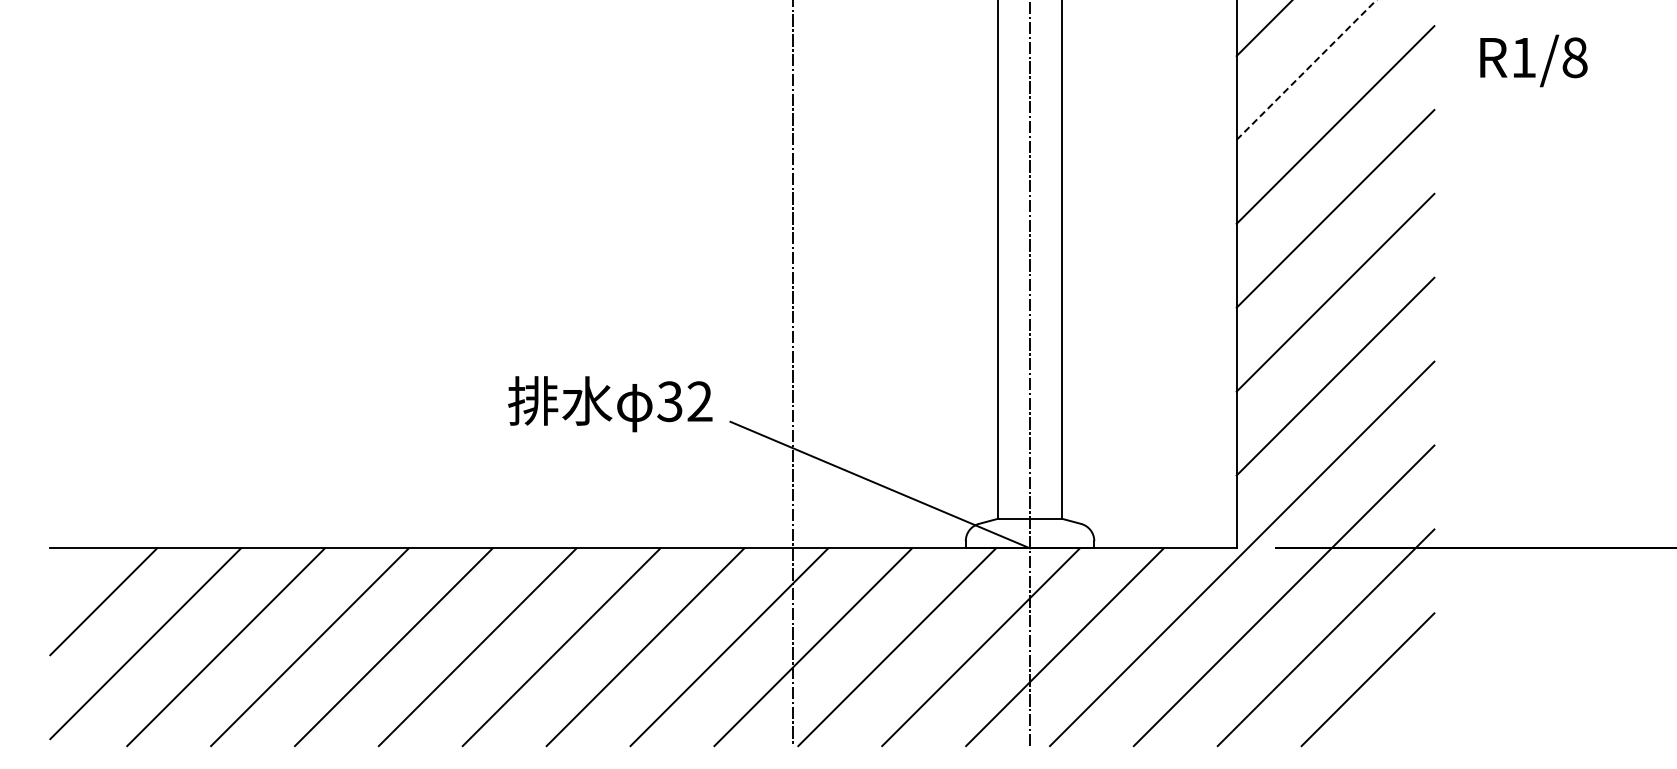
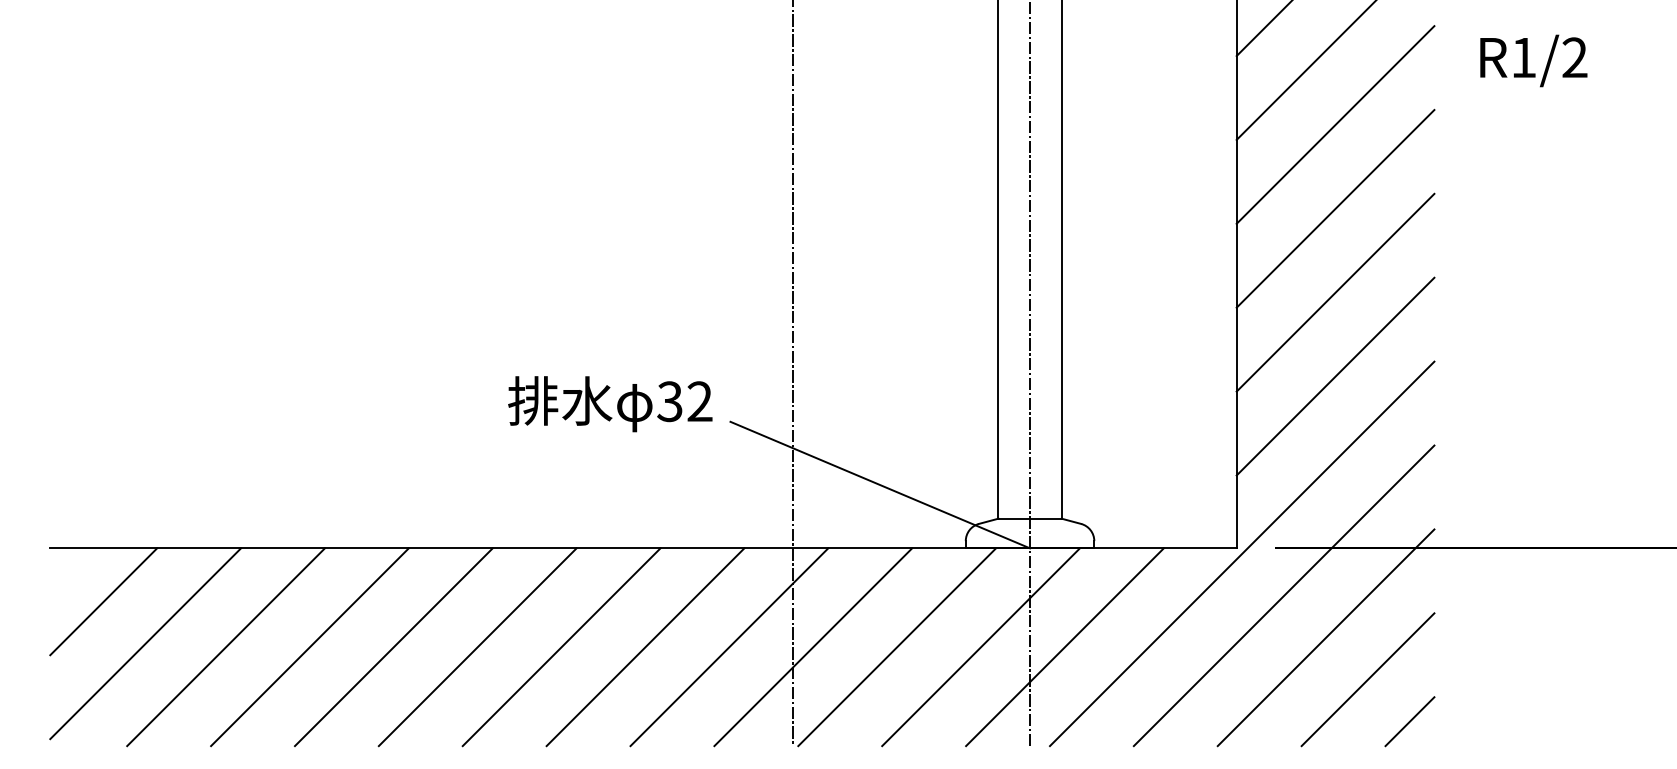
text at (1574, 57): R1/8 -> R1/2
line at (1306, 70): dashed -> solid
line at (1409, 721): none -> present
